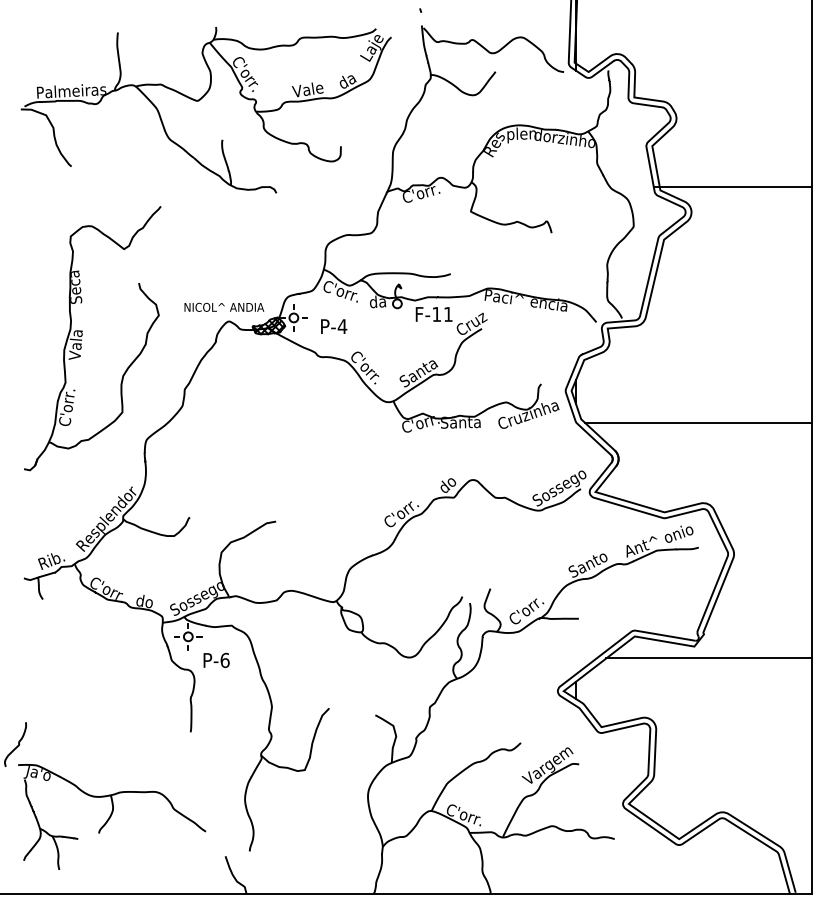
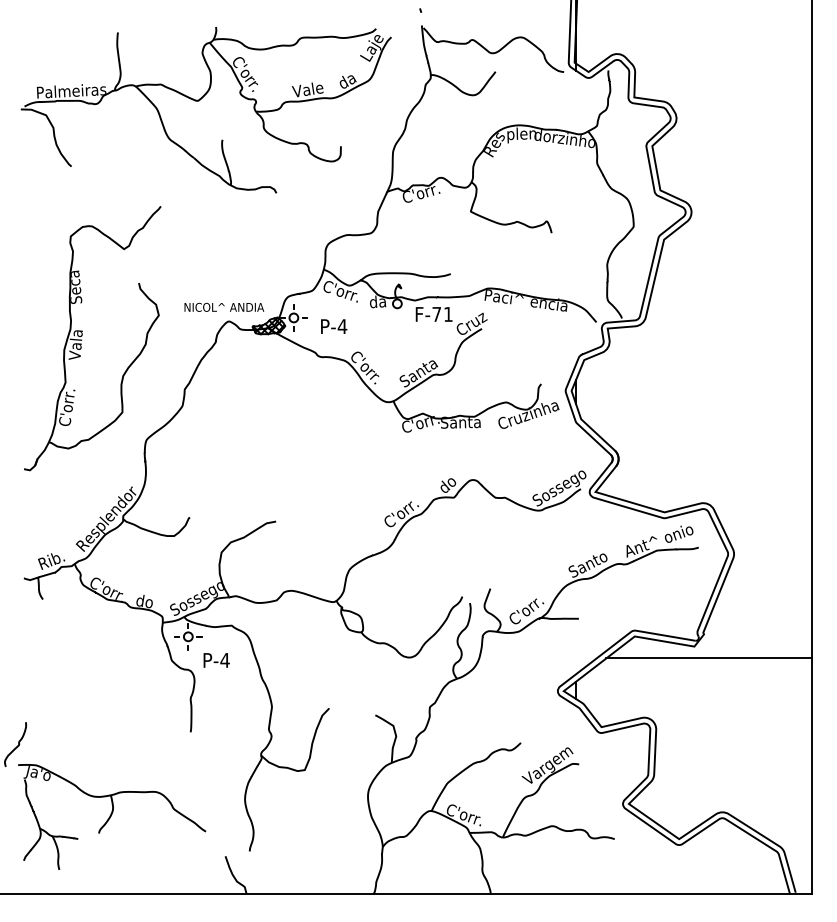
line at (732, 186): present -> none
text at (436, 314): F-11 -> F-71
line at (697, 422): present -> none
text at (224, 660): P-6 -> P-4
